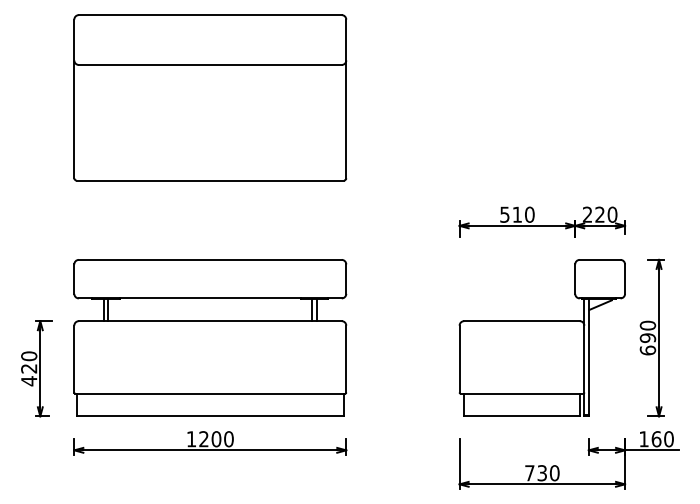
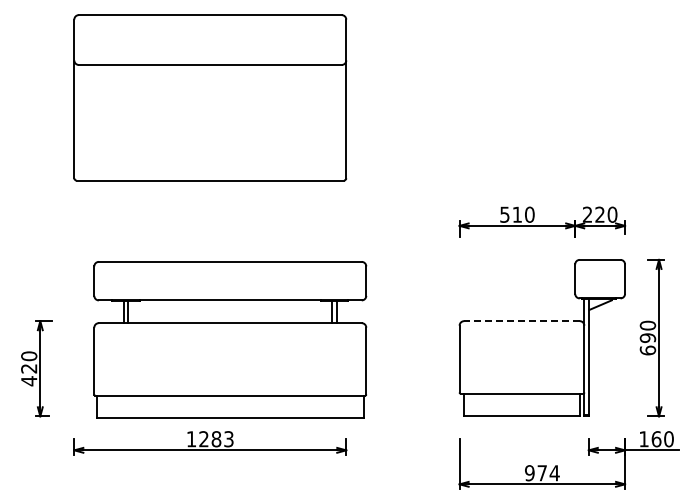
line at (521, 321): solid -> dashed
part at (210, 337) position: (210, 337) -> (230, 339)
text at (222, 439): 1200 -> 1283
text at (542, 473): 730 -> 974
